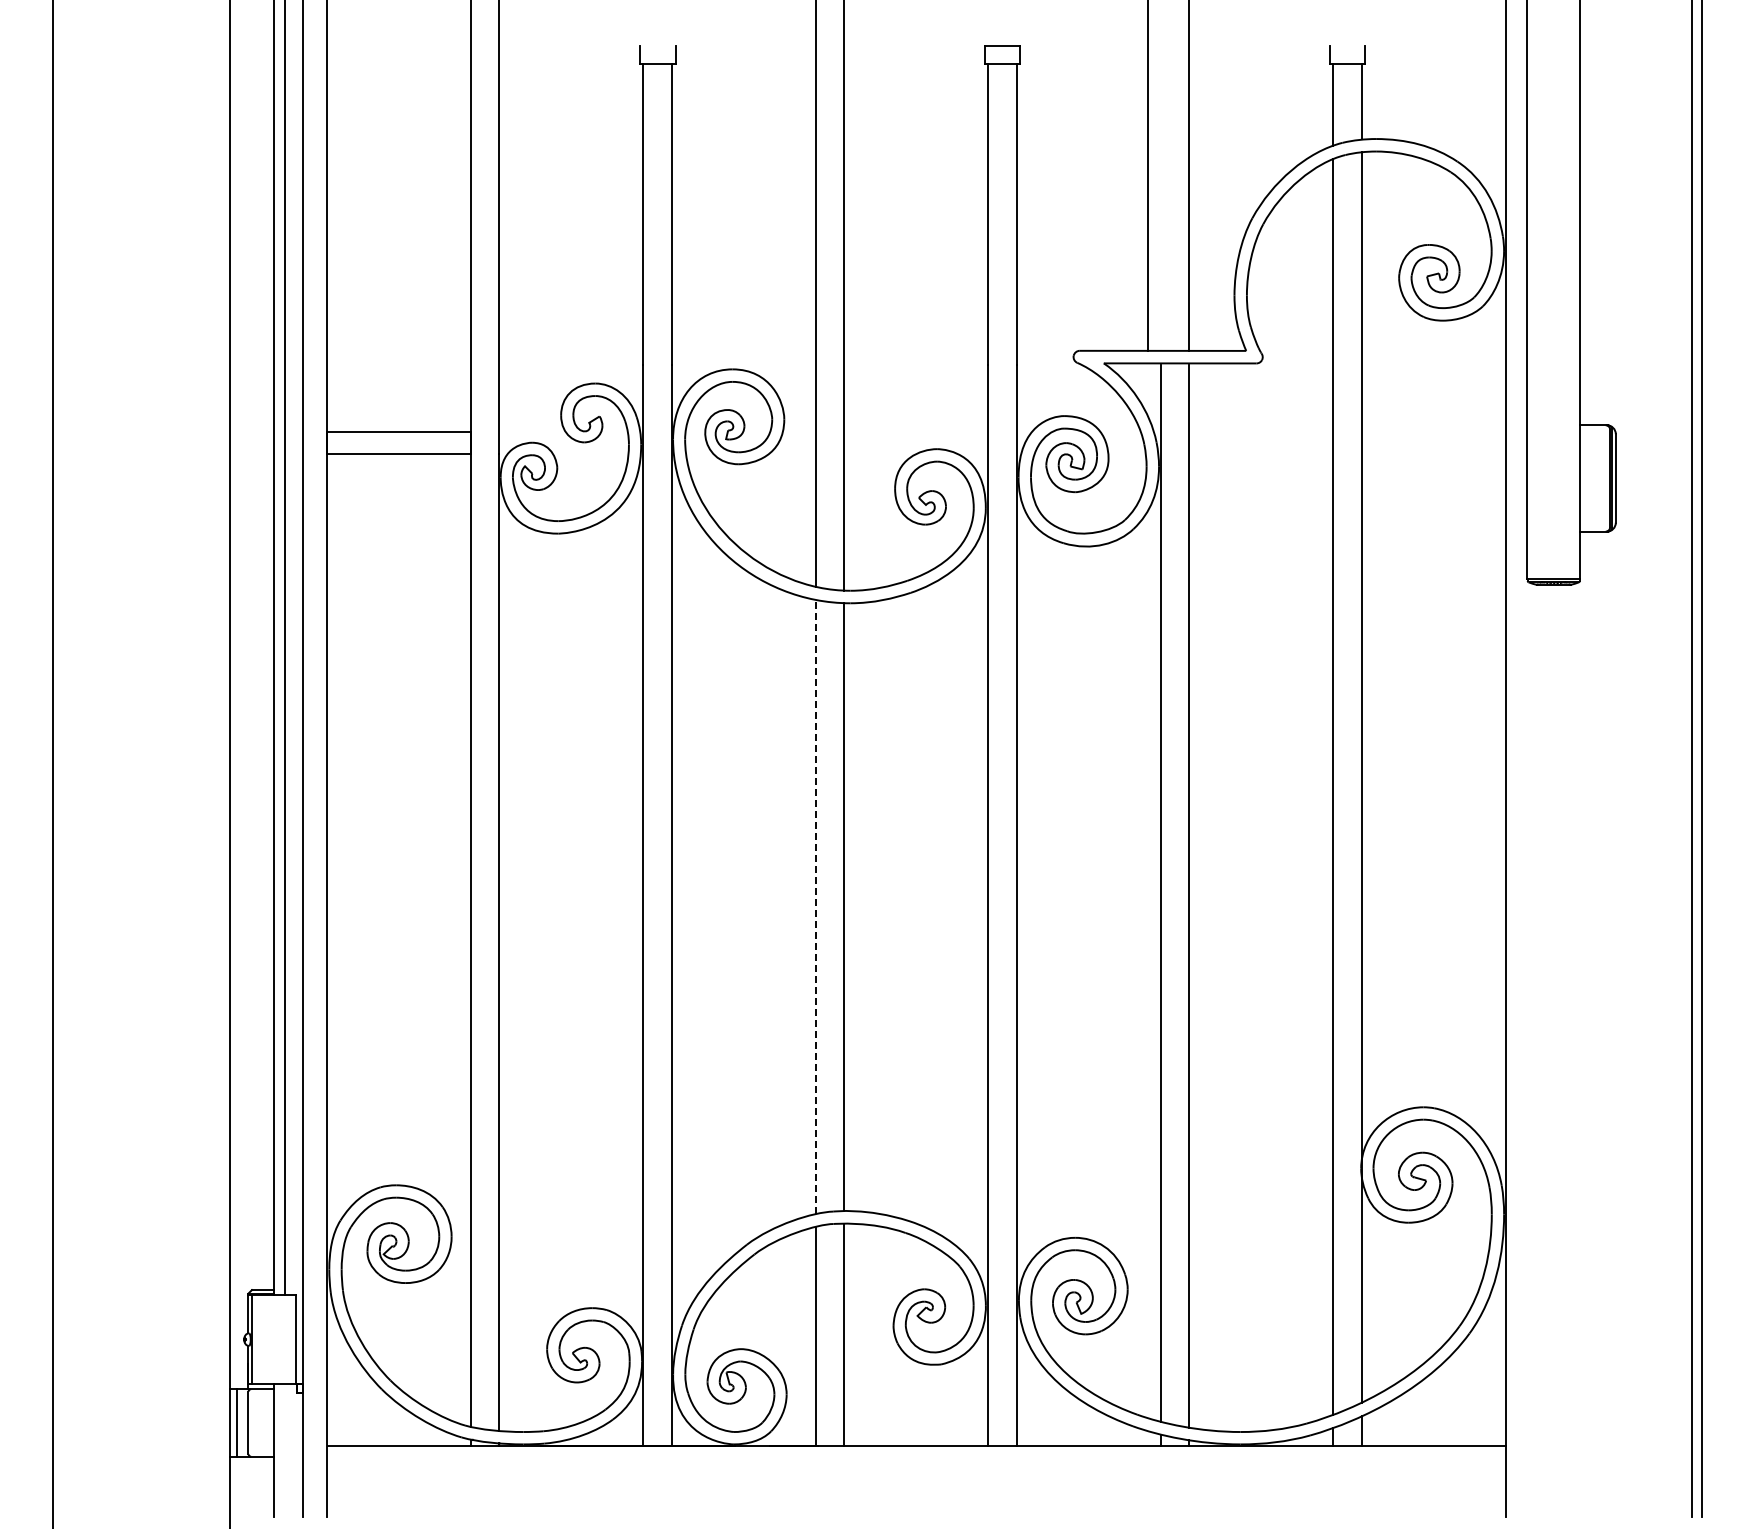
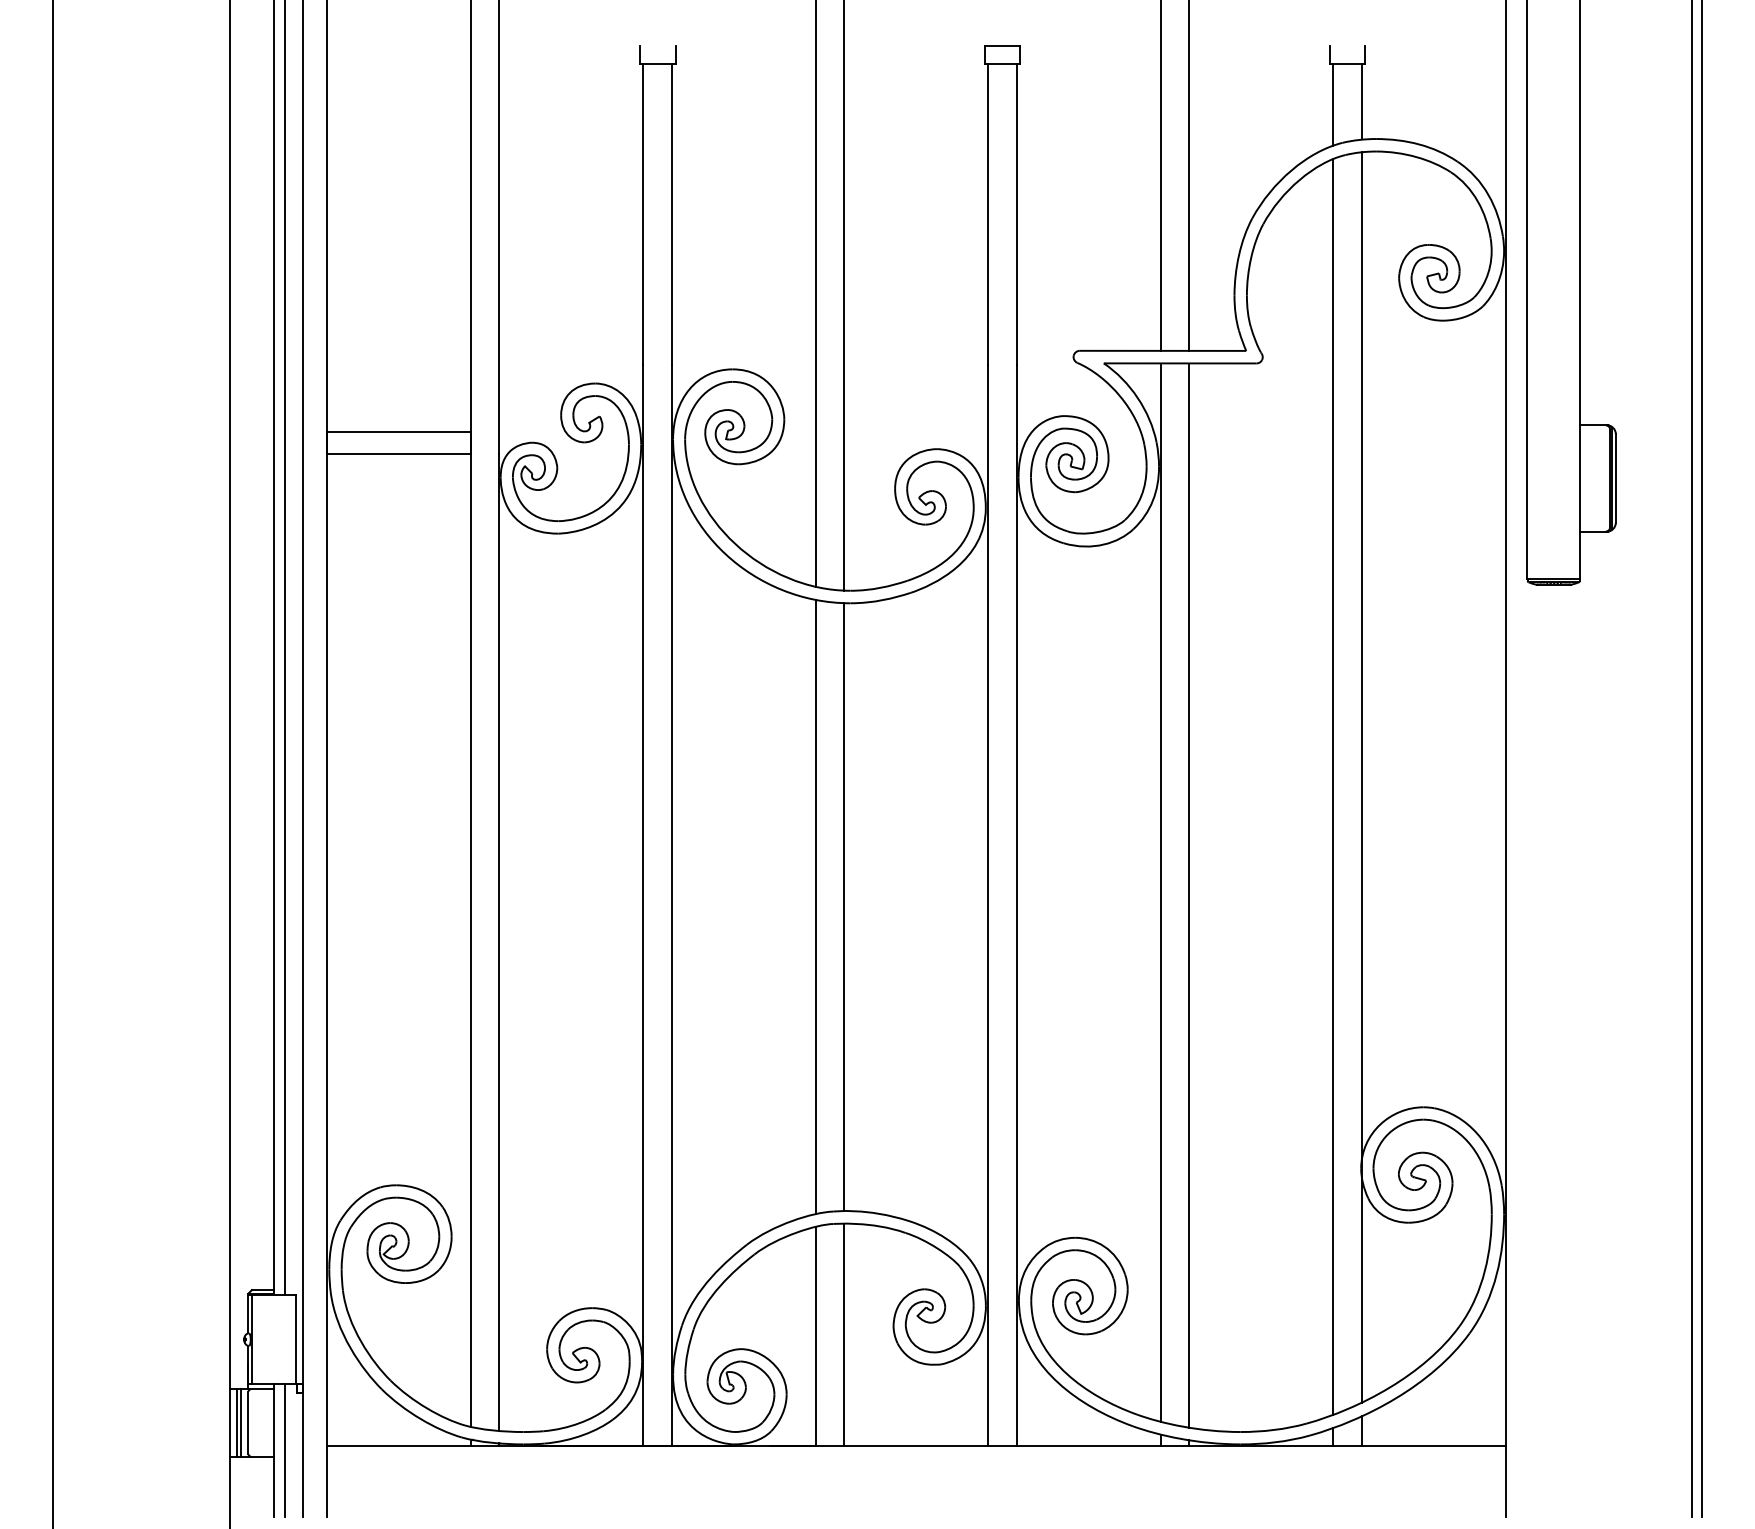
line at (1147, 176) position: (1147, 176) -> (1160, 176)
line at (815, 906): dashed -> solid
line at (241, 1422): none -> present
line at (284, 1449): none -> present
